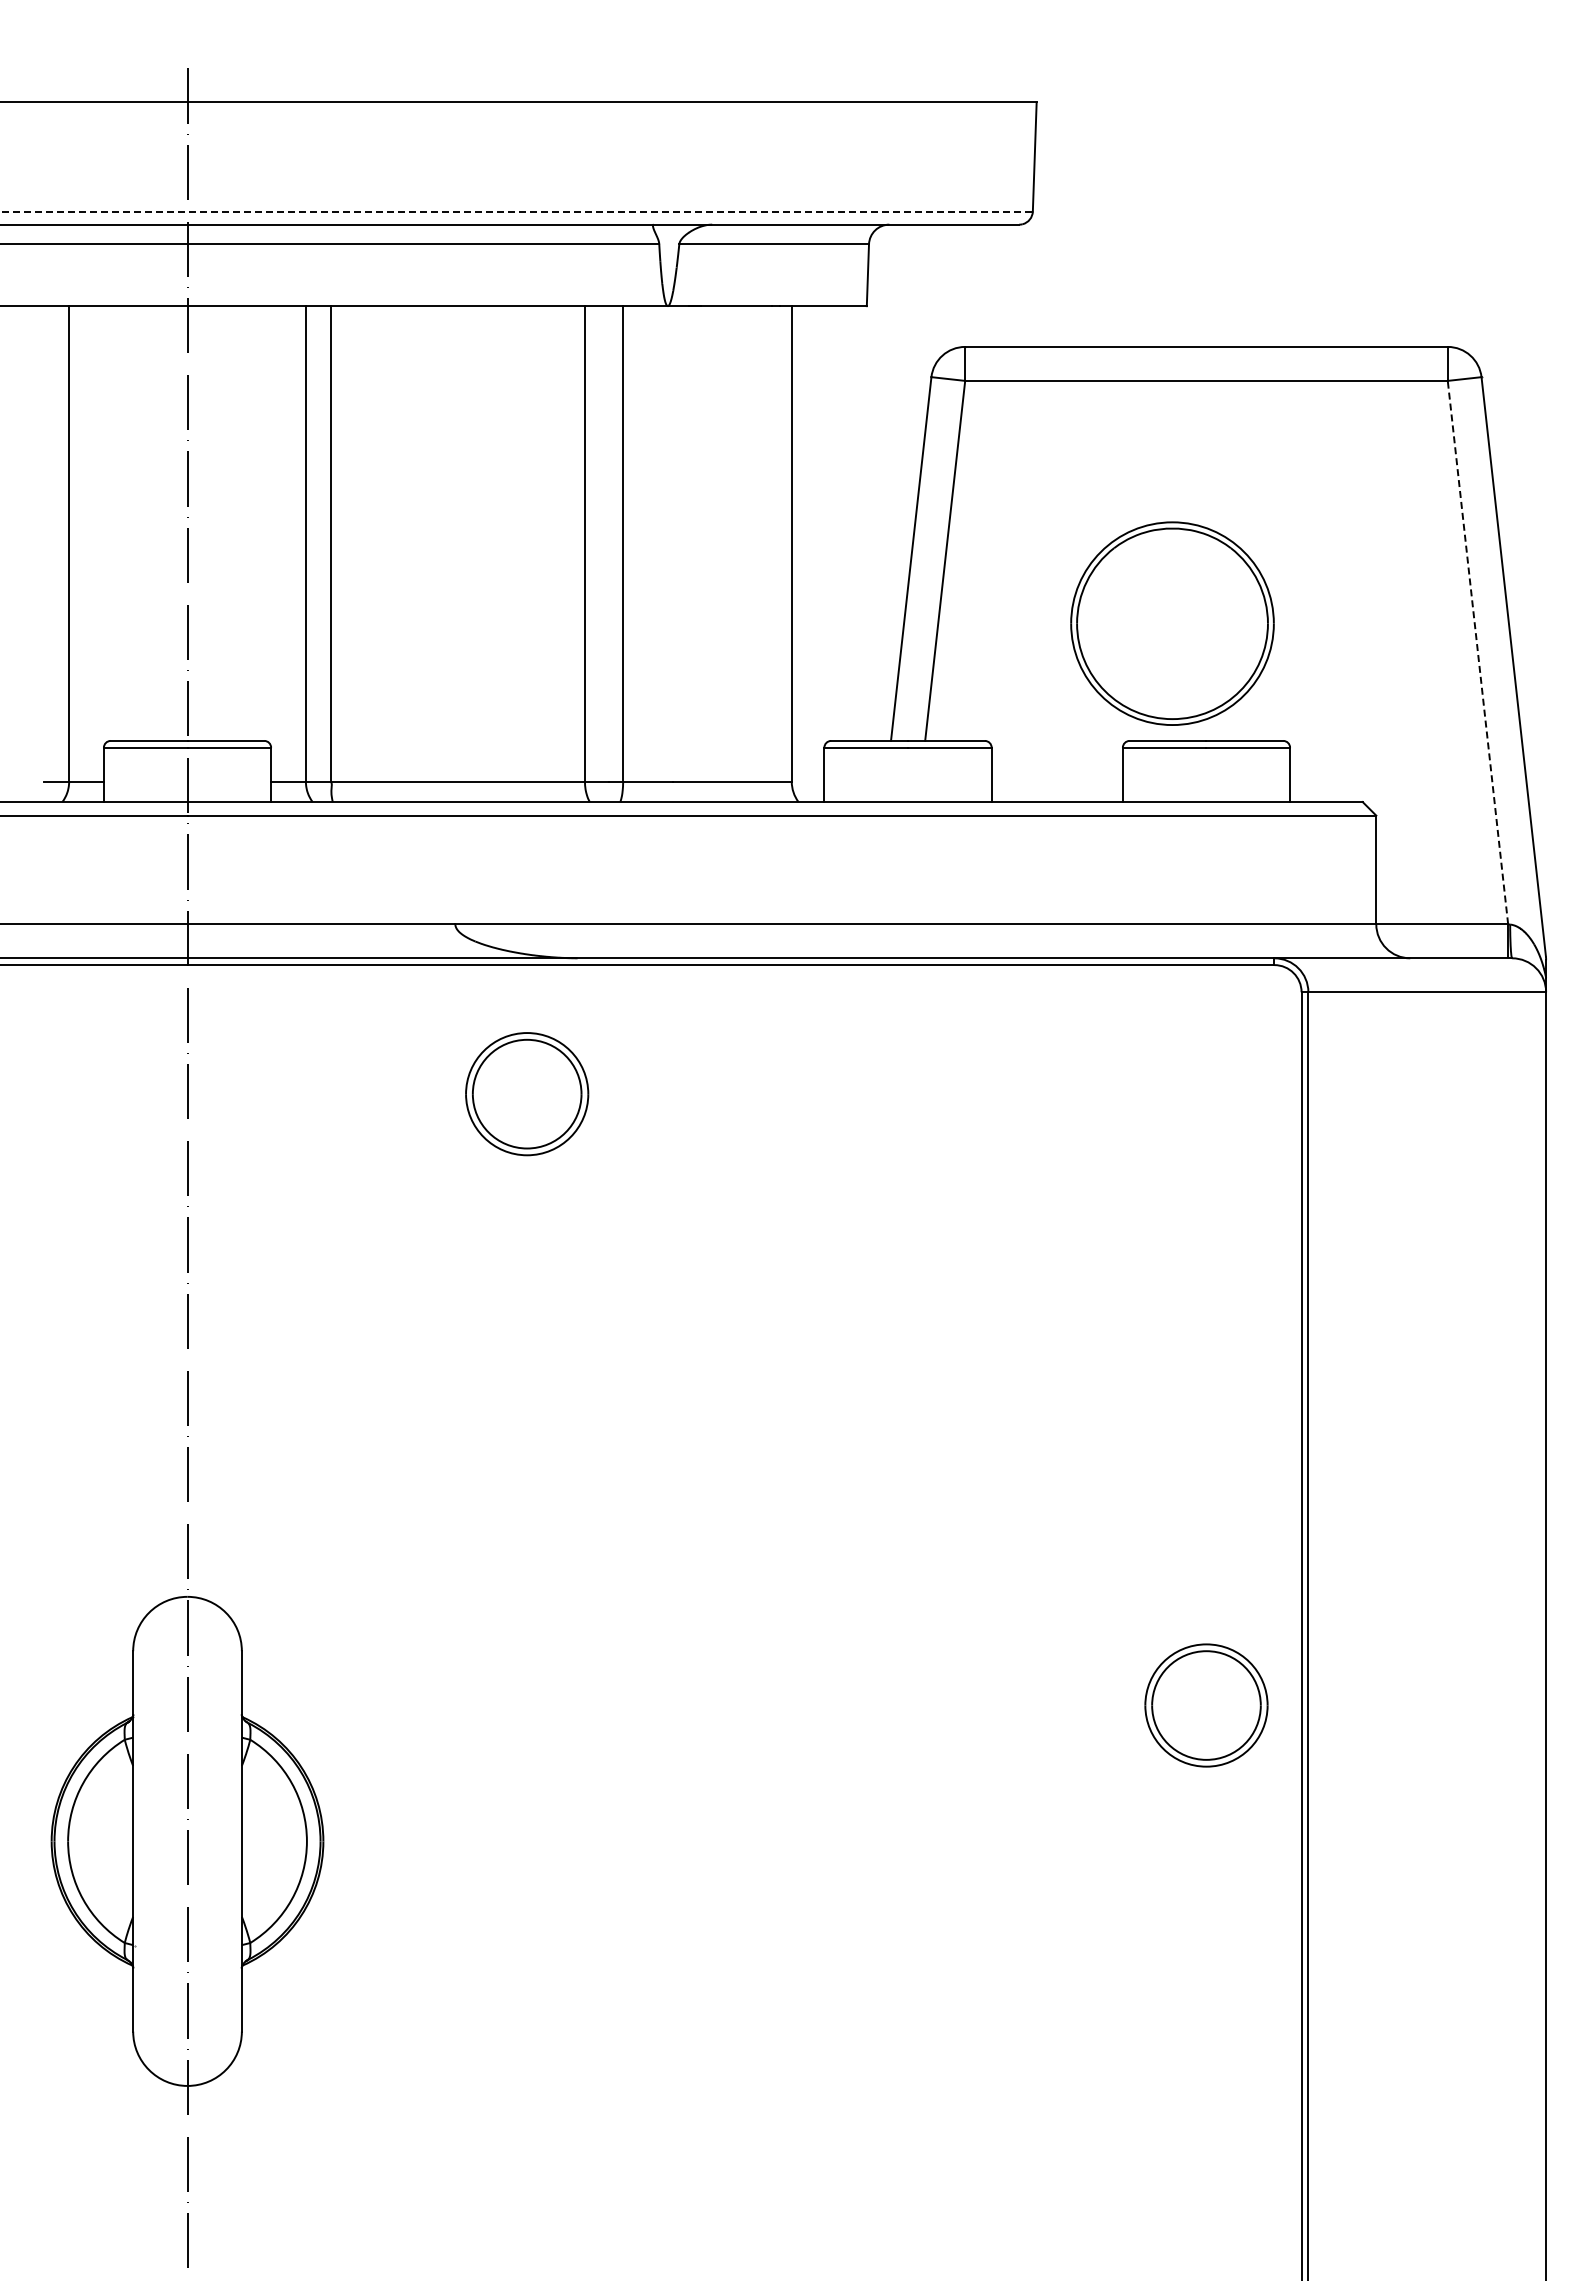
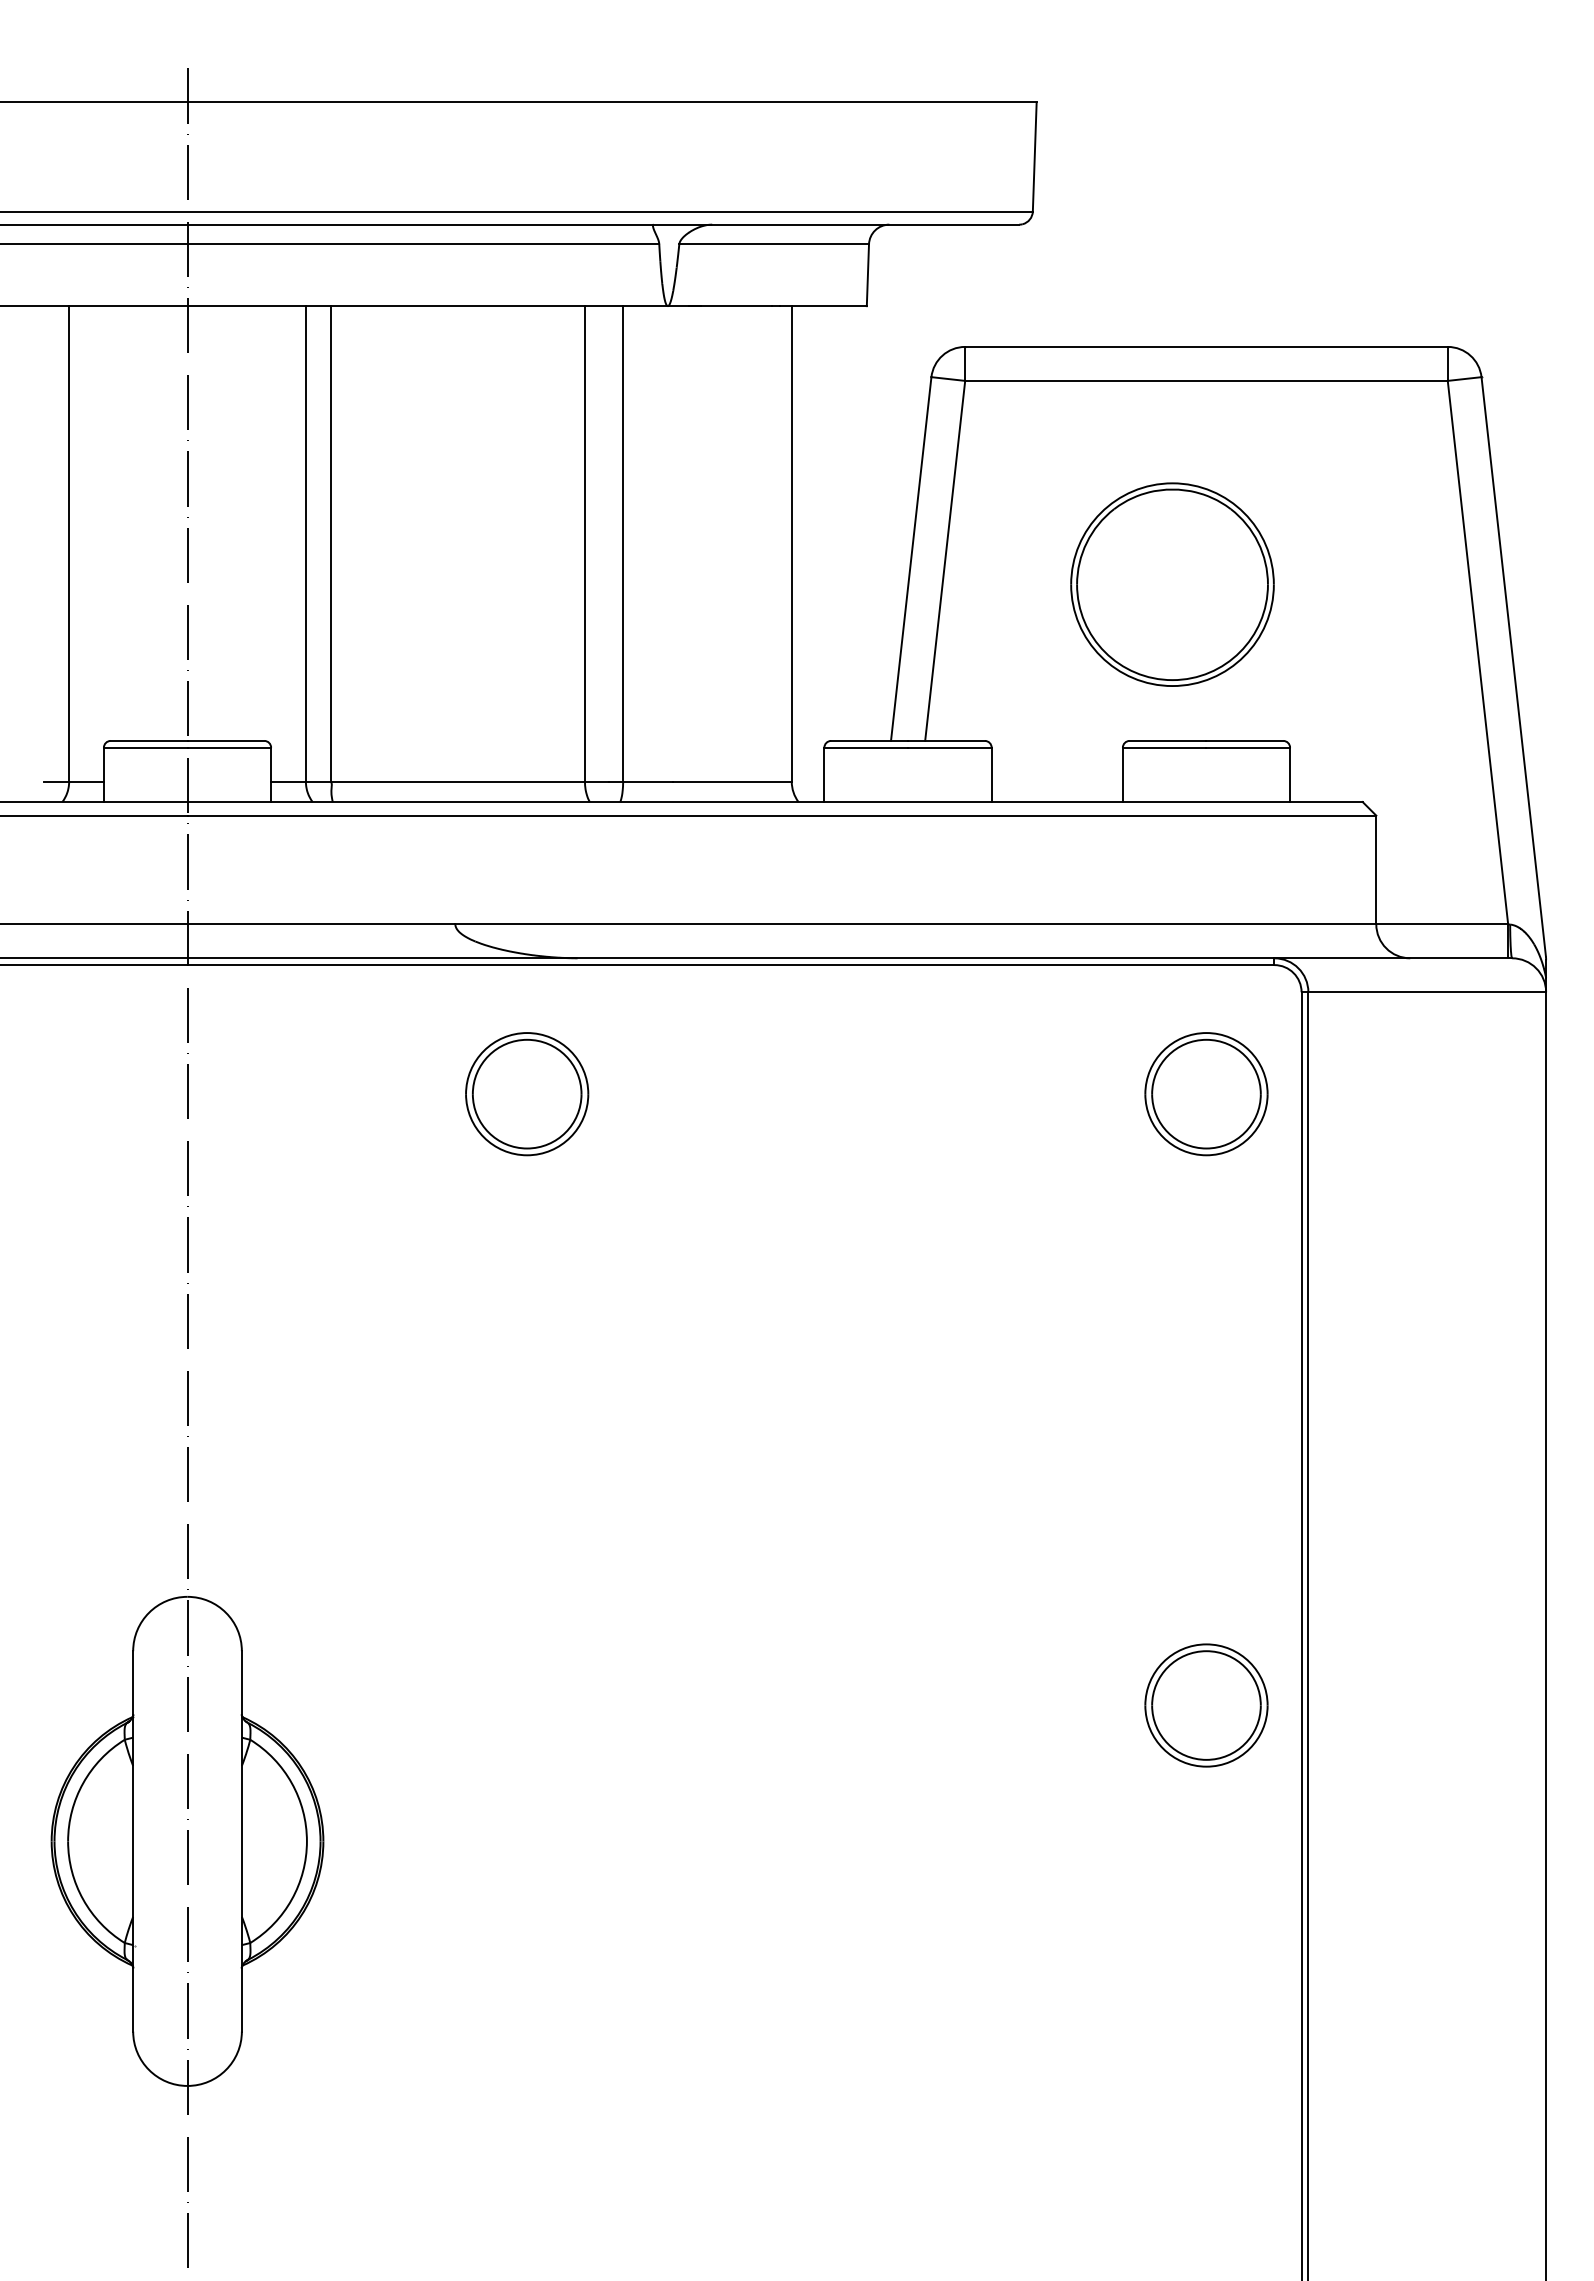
line at (516, 211): dashed -> solid
part at (1172, 623) position: (1172, 623) -> (1172, 584)
line at (1477, 652): dashed -> solid
part at (1206, 1094): none -> present
